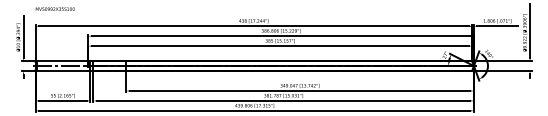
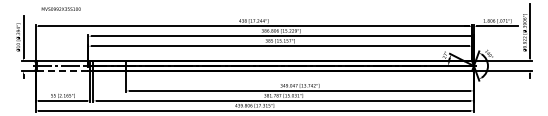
text at (54, 8) position: (54, 8) -> (60, 8)
line at (62, 71): solid -> dashed
